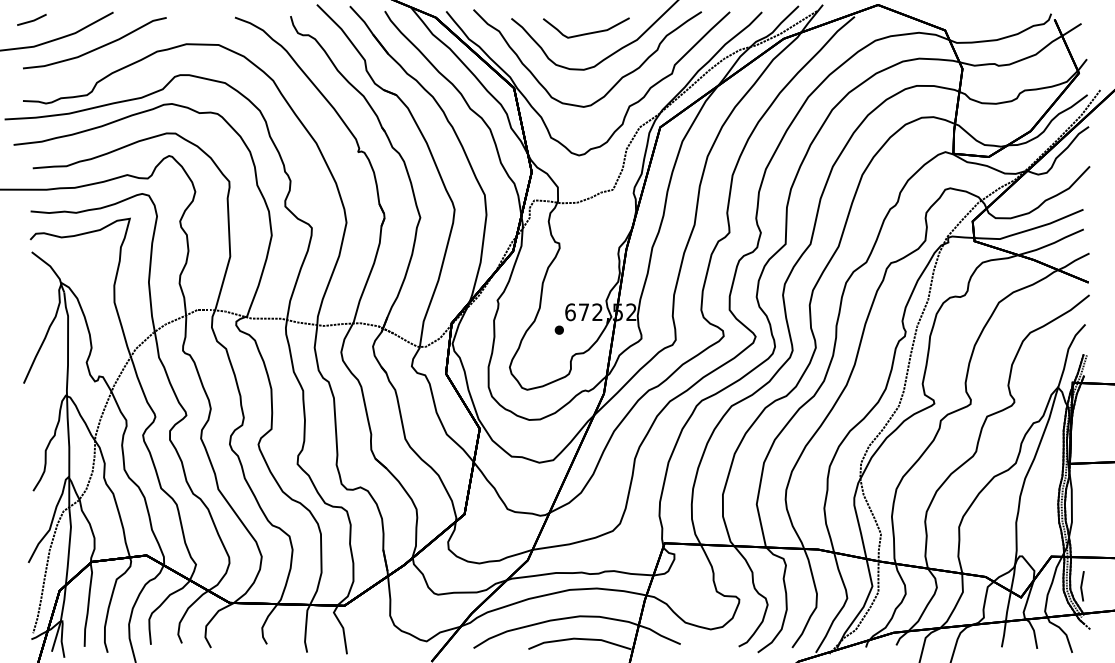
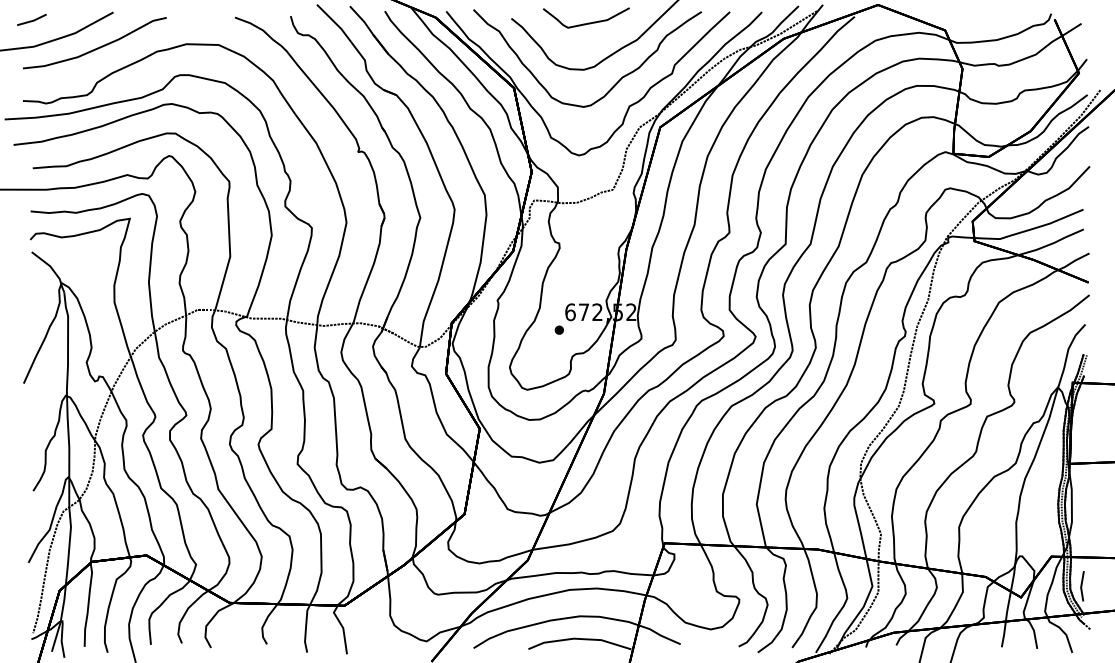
curve at (588, 32) position: (588, 32) -> (588, 22)
